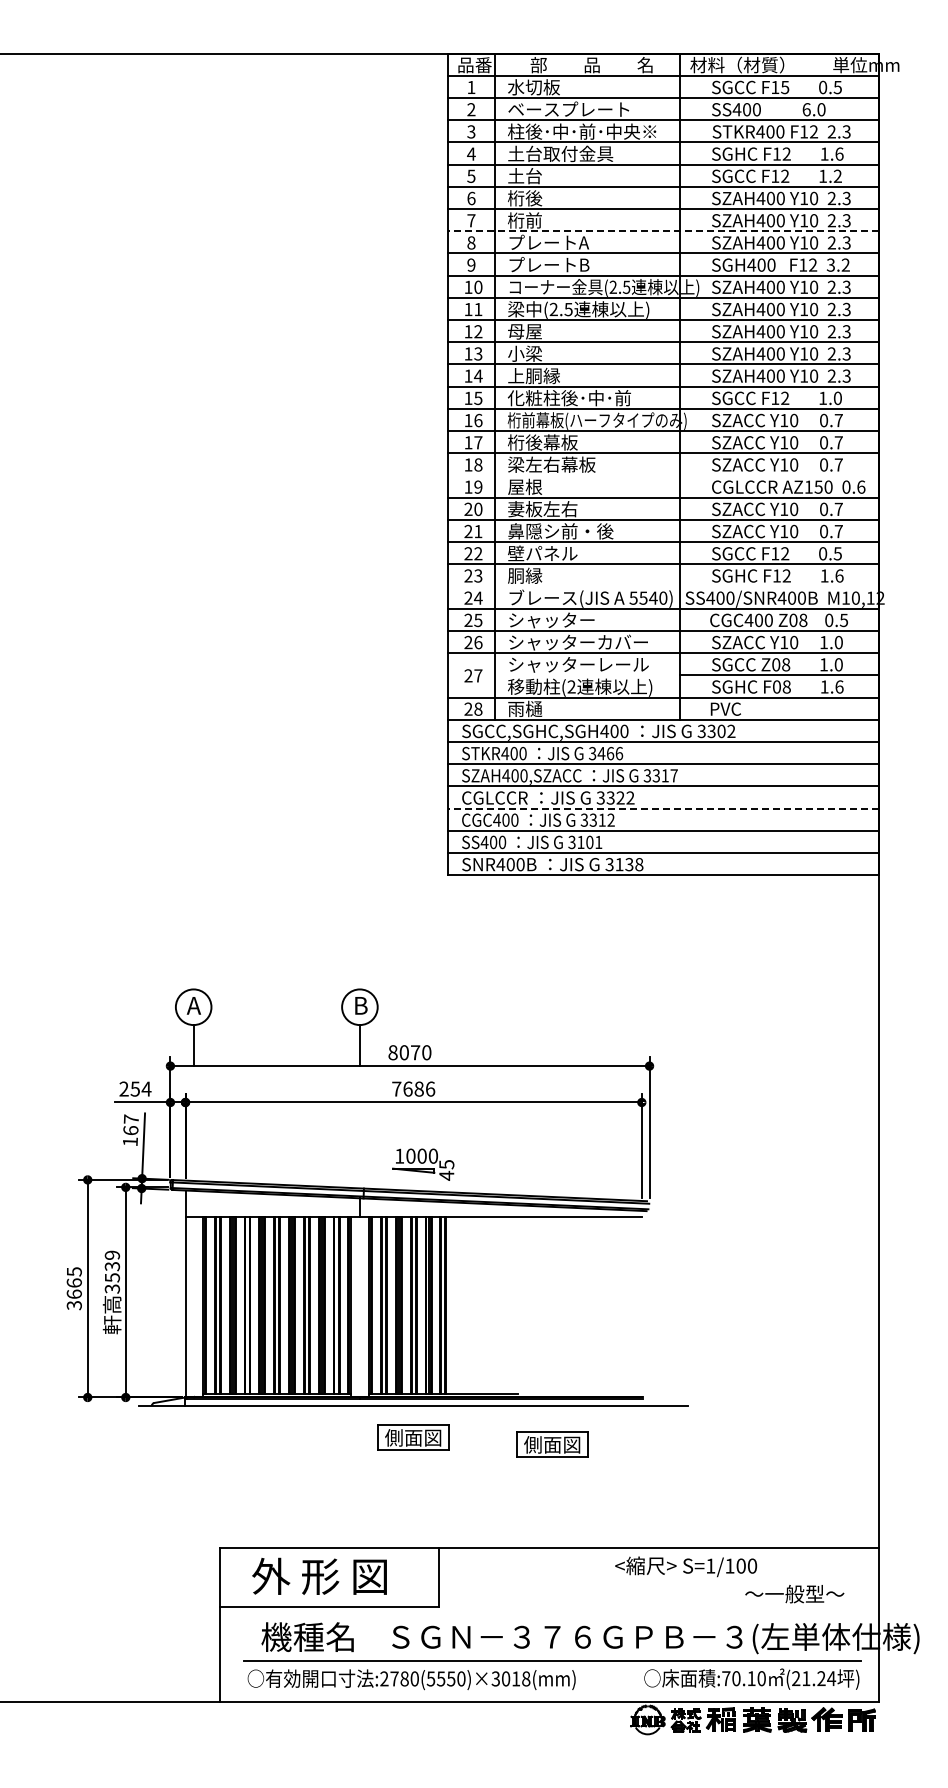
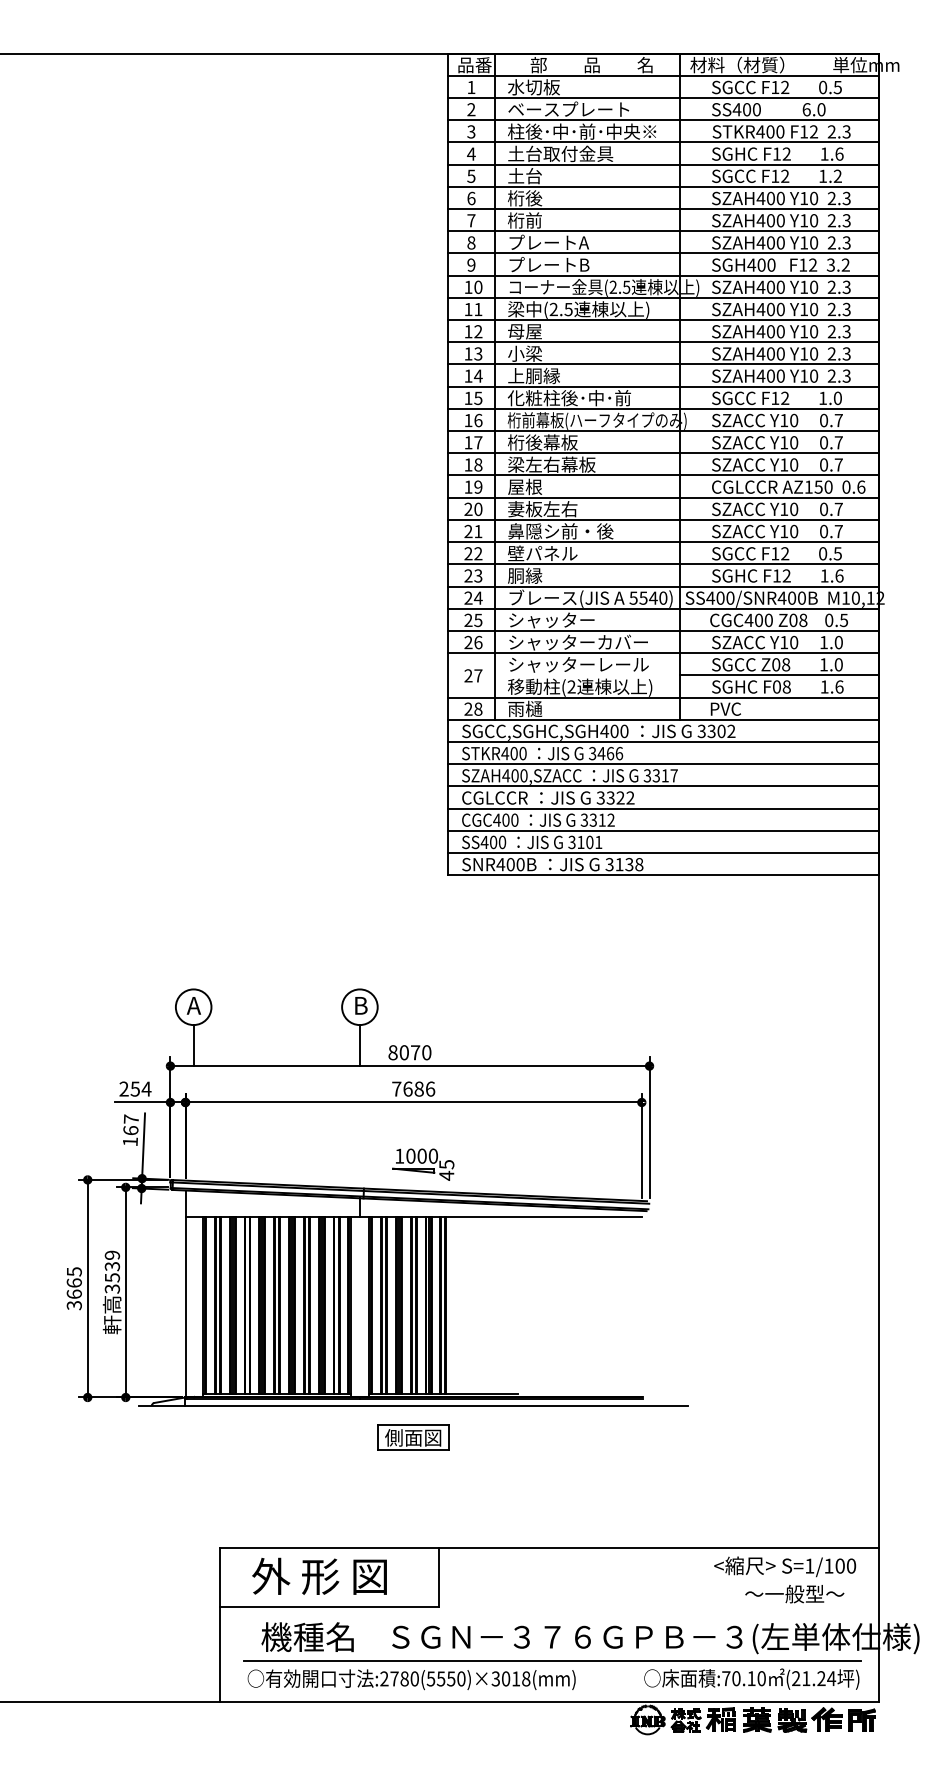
text at (785, 87): F15 -> F12
line at (663, 231): dashed -> solid
line at (662, 475): none -> present
line at (662, 586): none -> present
line at (663, 808): dashed -> solid
part at (552, 1444): present -> none
text at (686, 1566) position: (686, 1566) -> (785, 1566)
